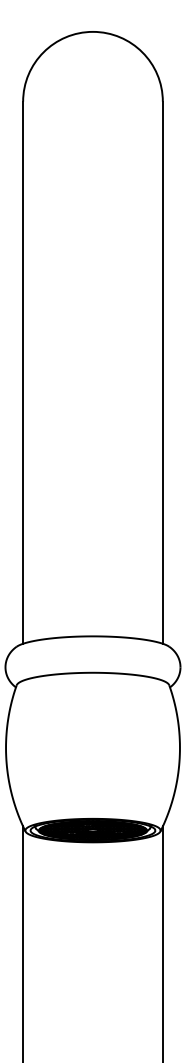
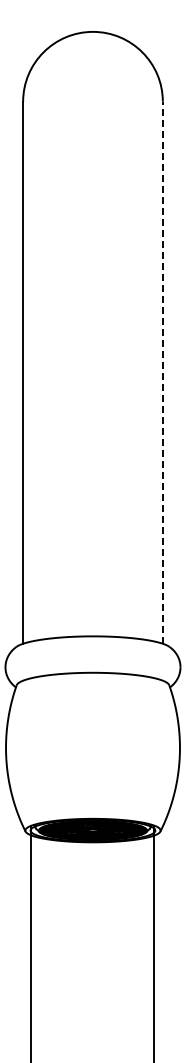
line at (162, 372): solid -> dashed
line at (23, 942) position: (23, 942) -> (31, 942)
line at (162, 942) position: (162, 942) -> (153, 942)
